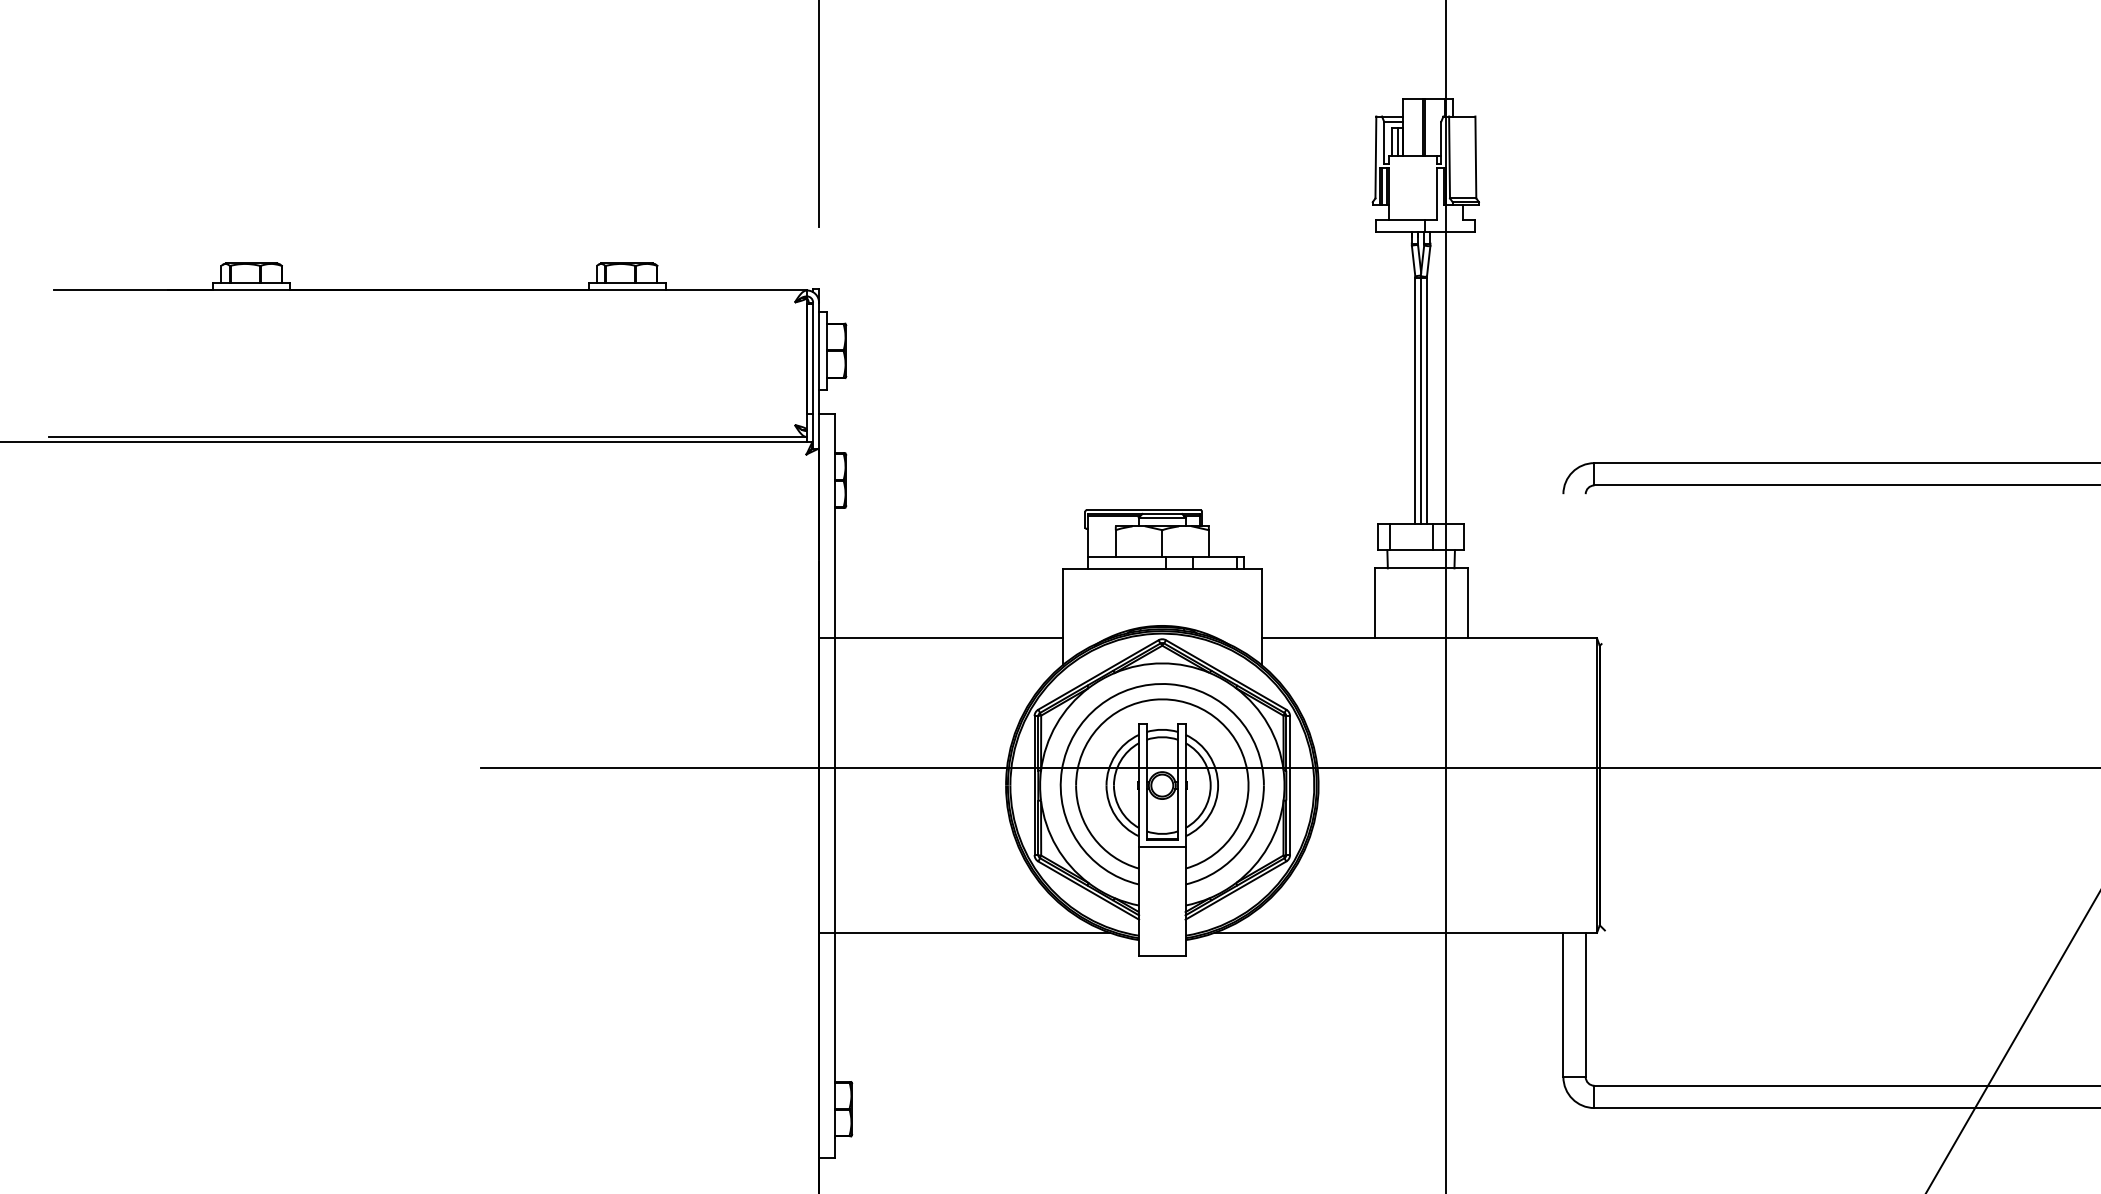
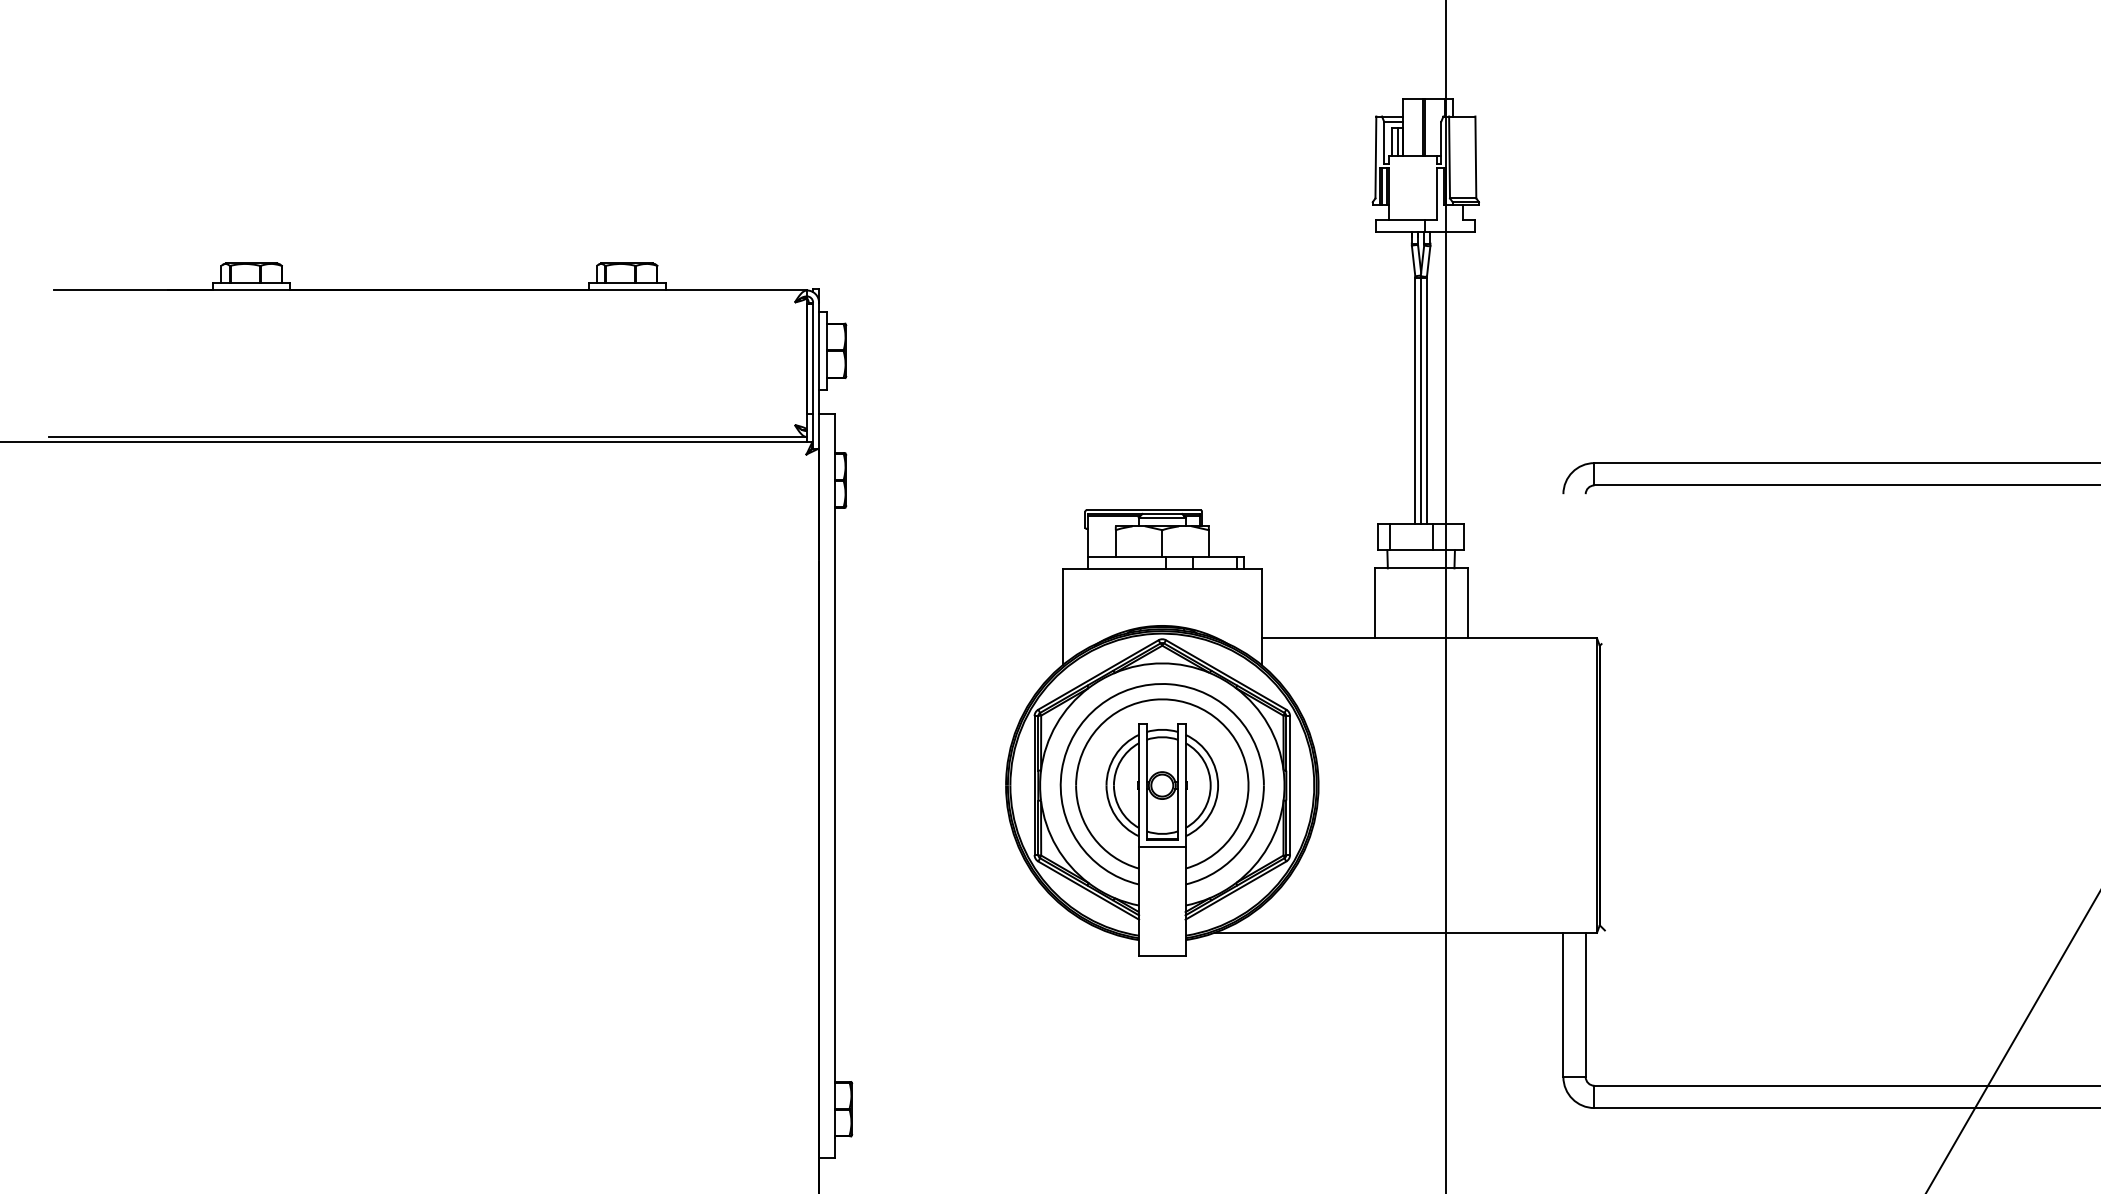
line at (819, 114): present -> none
line at (940, 638): present -> none
line at (1289, 767): present -> none
line at (964, 932): present -> none
